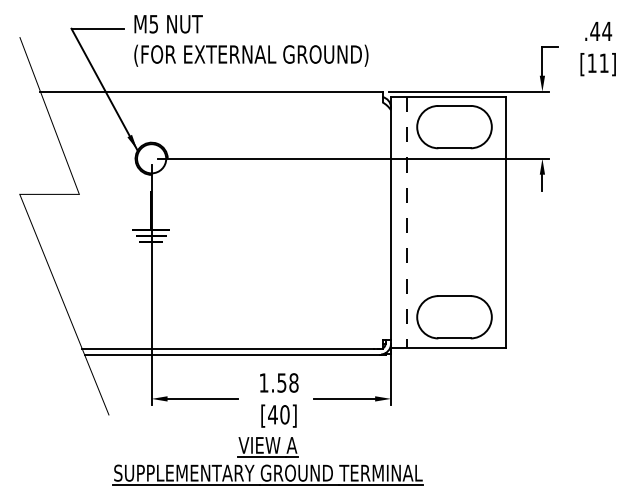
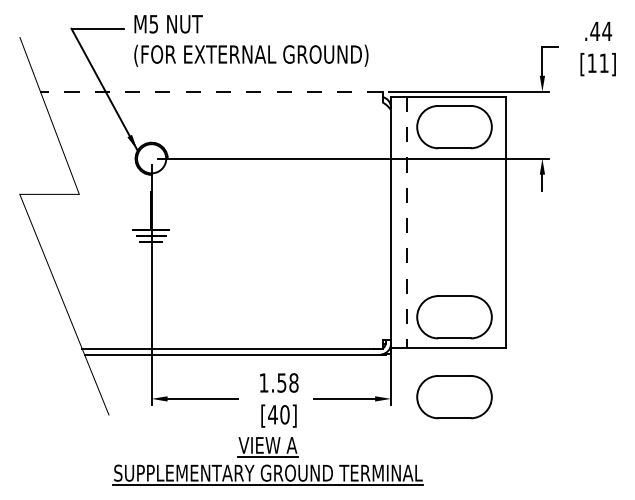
line at (211, 91): solid -> dashed
part at (454, 397): none -> present
